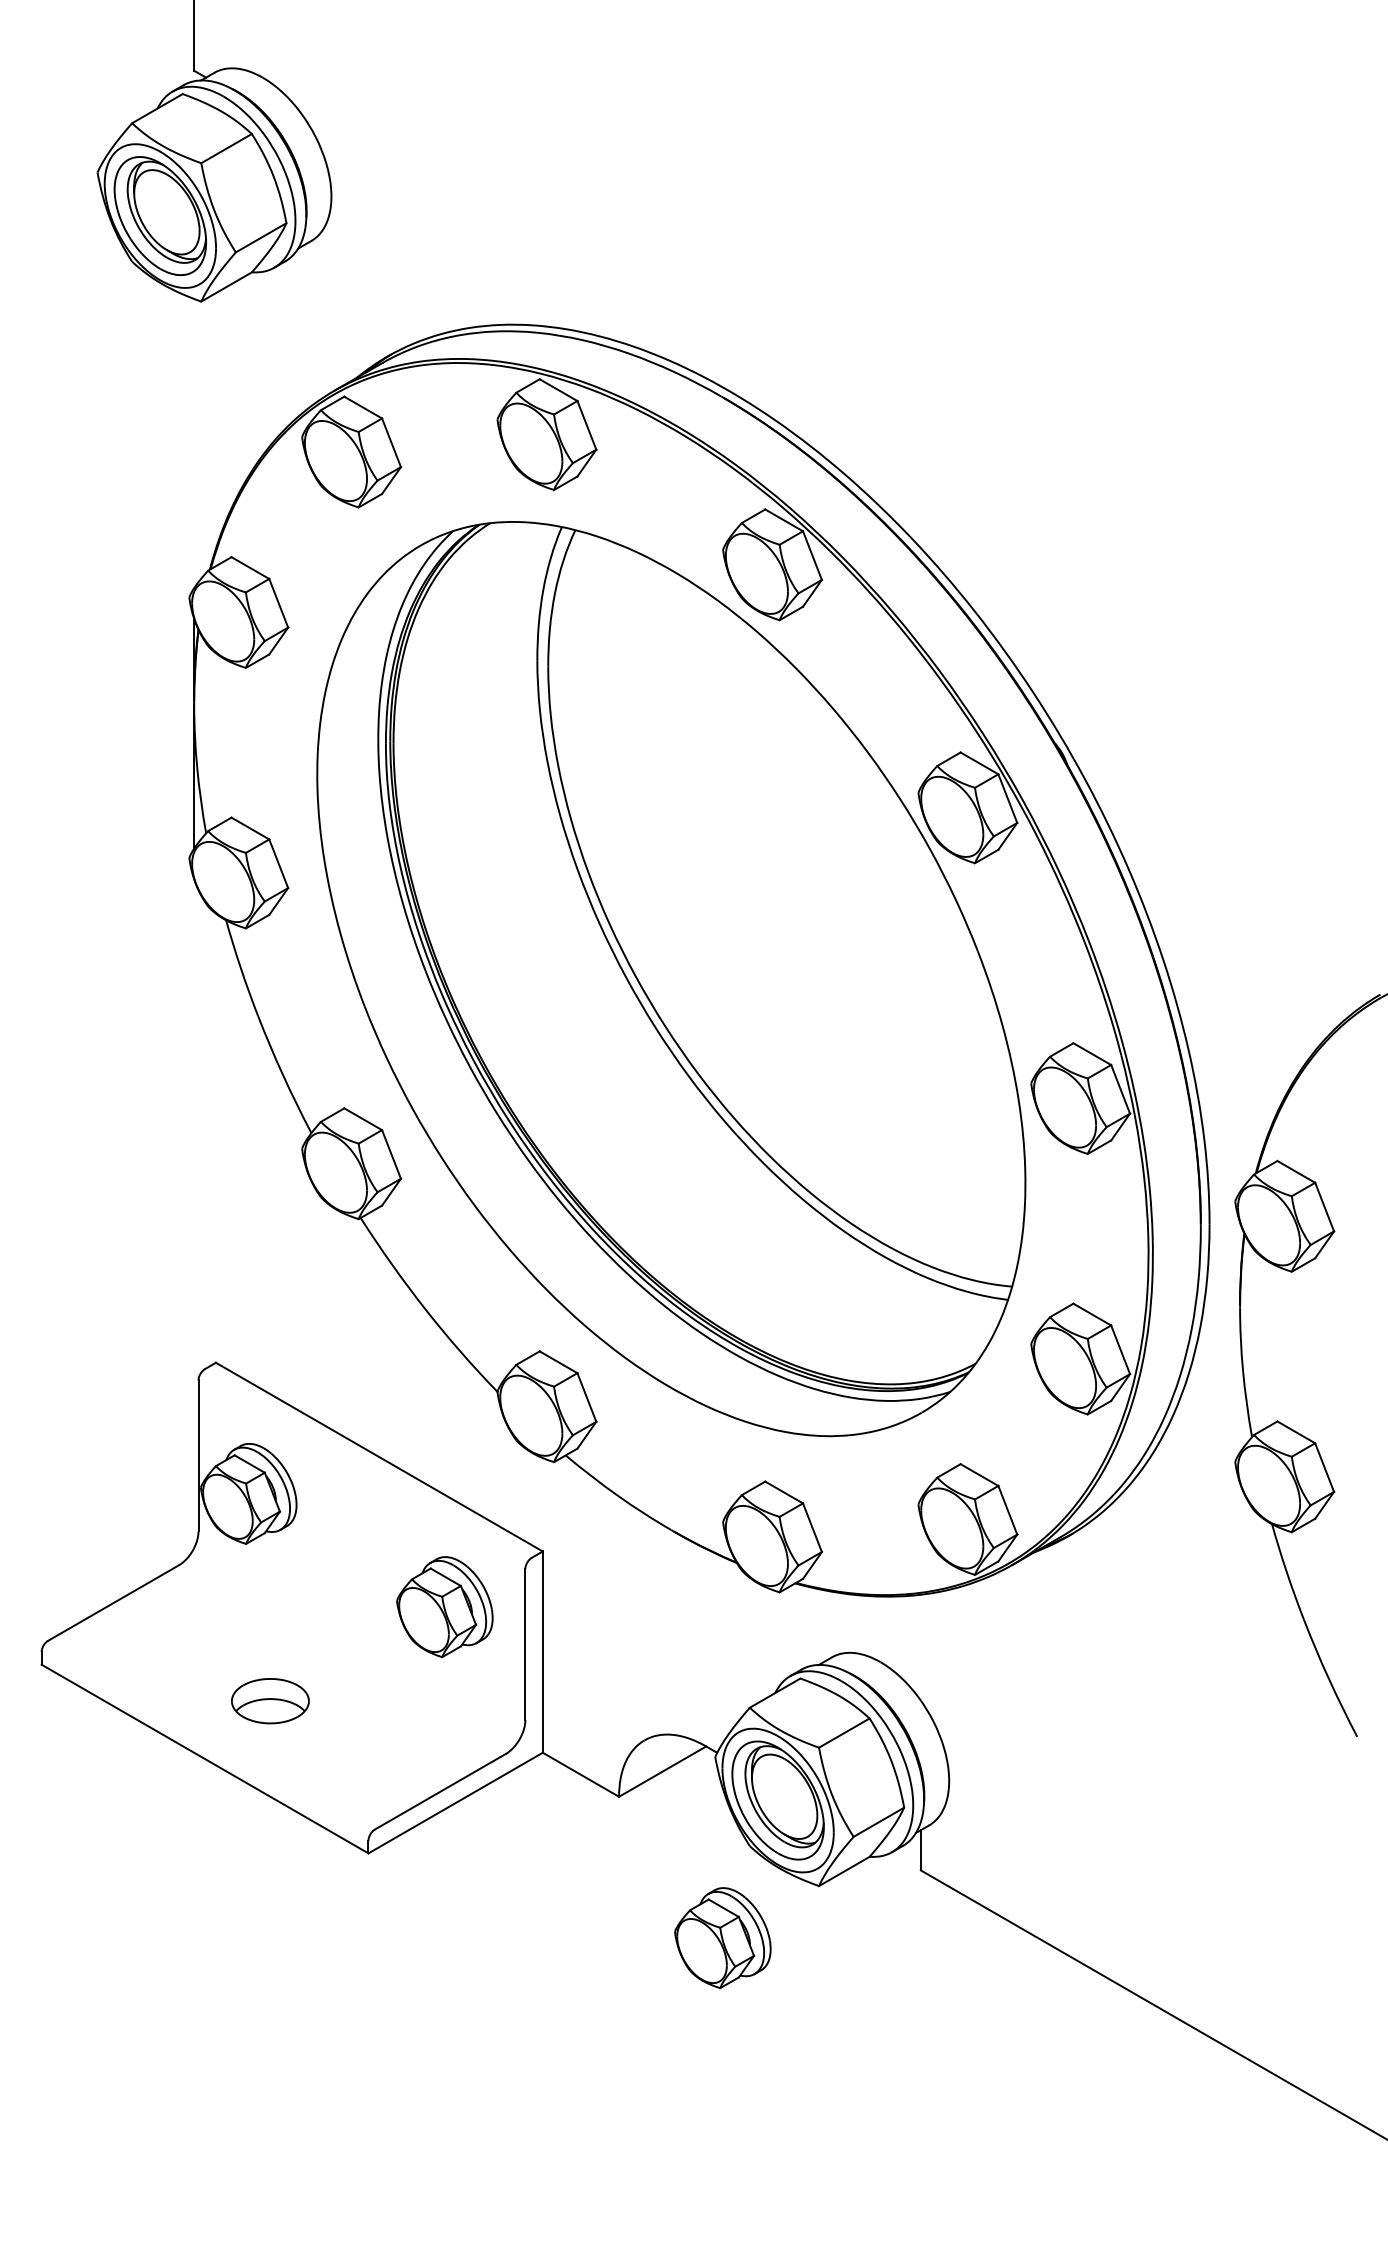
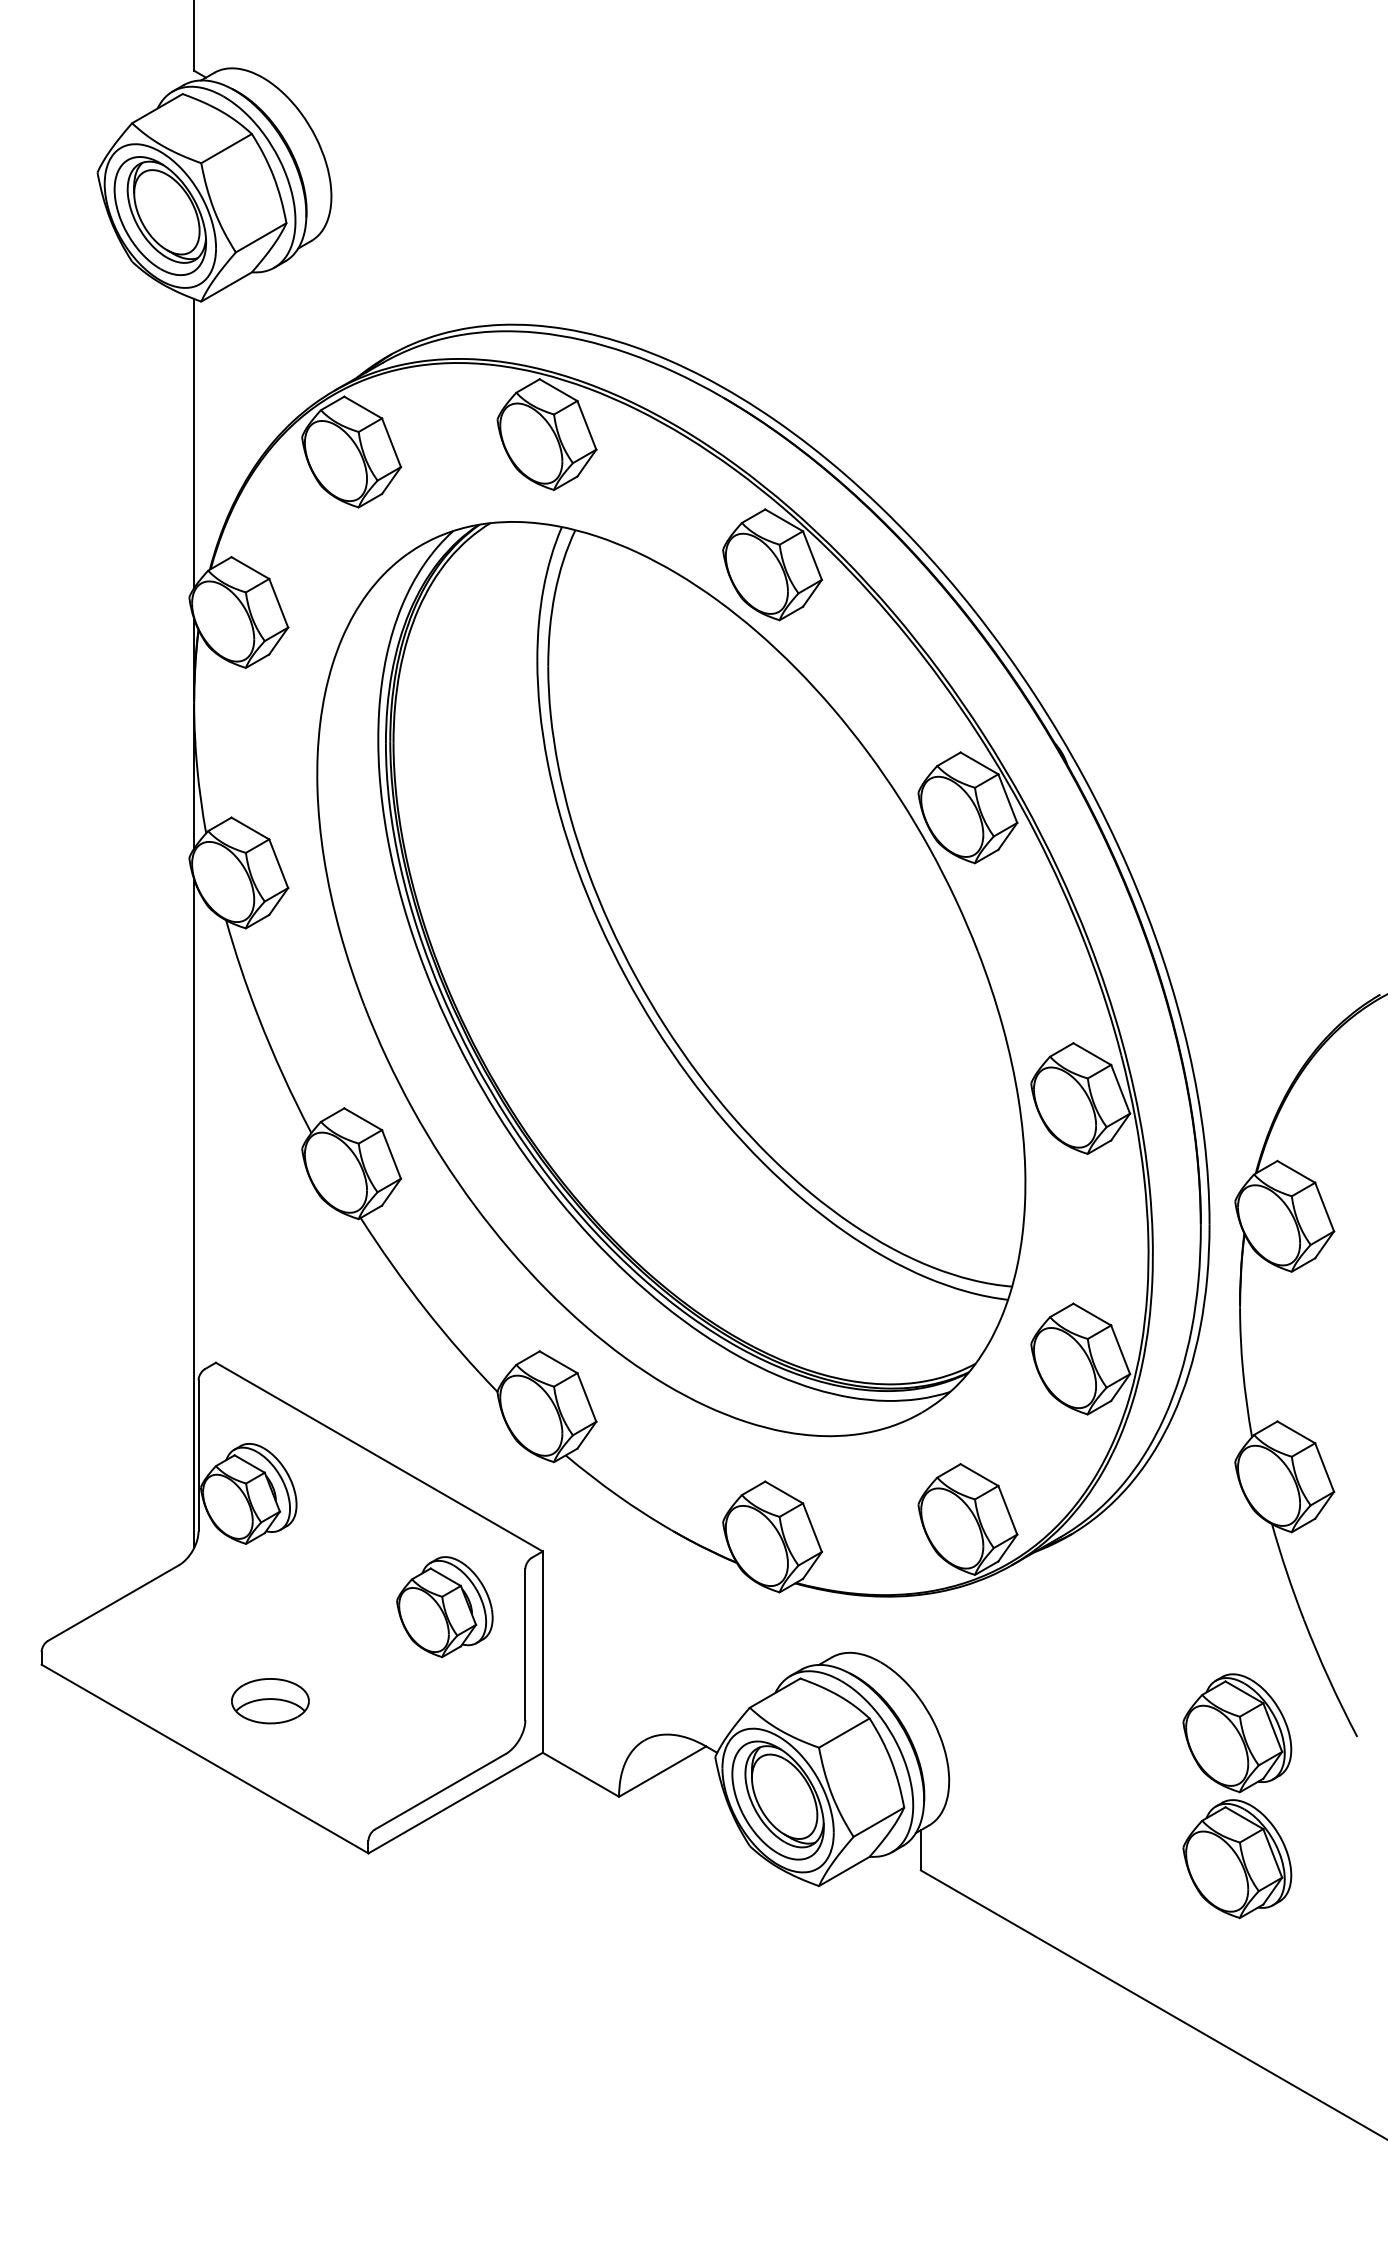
line at (194, 443): none -> present
line at (194, 1213): none -> present
part at (1237, 1796): none -> present
part at (722, 1938): present -> none
